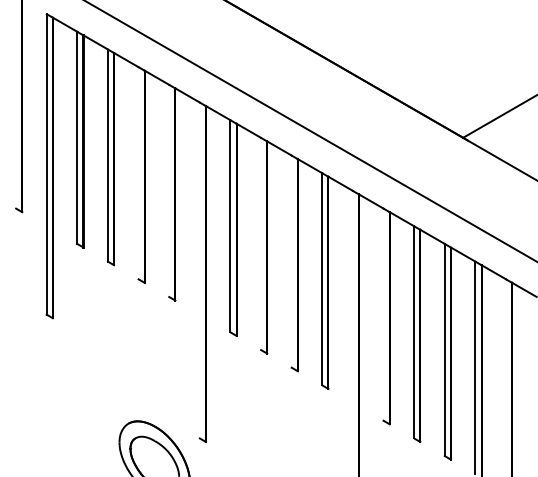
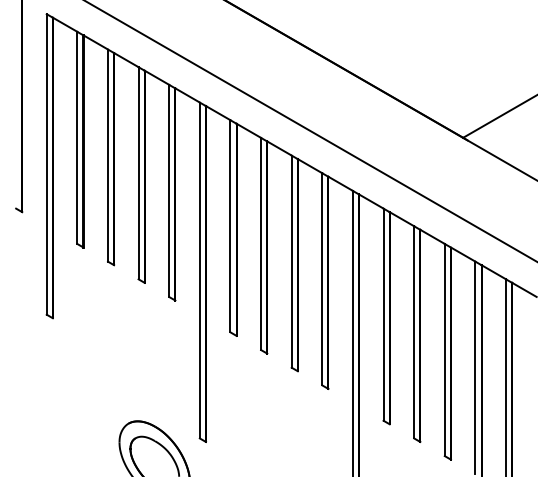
line at (138, 173): none -> present
line at (169, 190): none -> present
line at (261, 243): none -> present
line at (291, 261): none -> present
line at (199, 270): none -> present
line at (383, 314): none -> present
line at (352, 331): none -> present
line at (506, 376): none -> present
